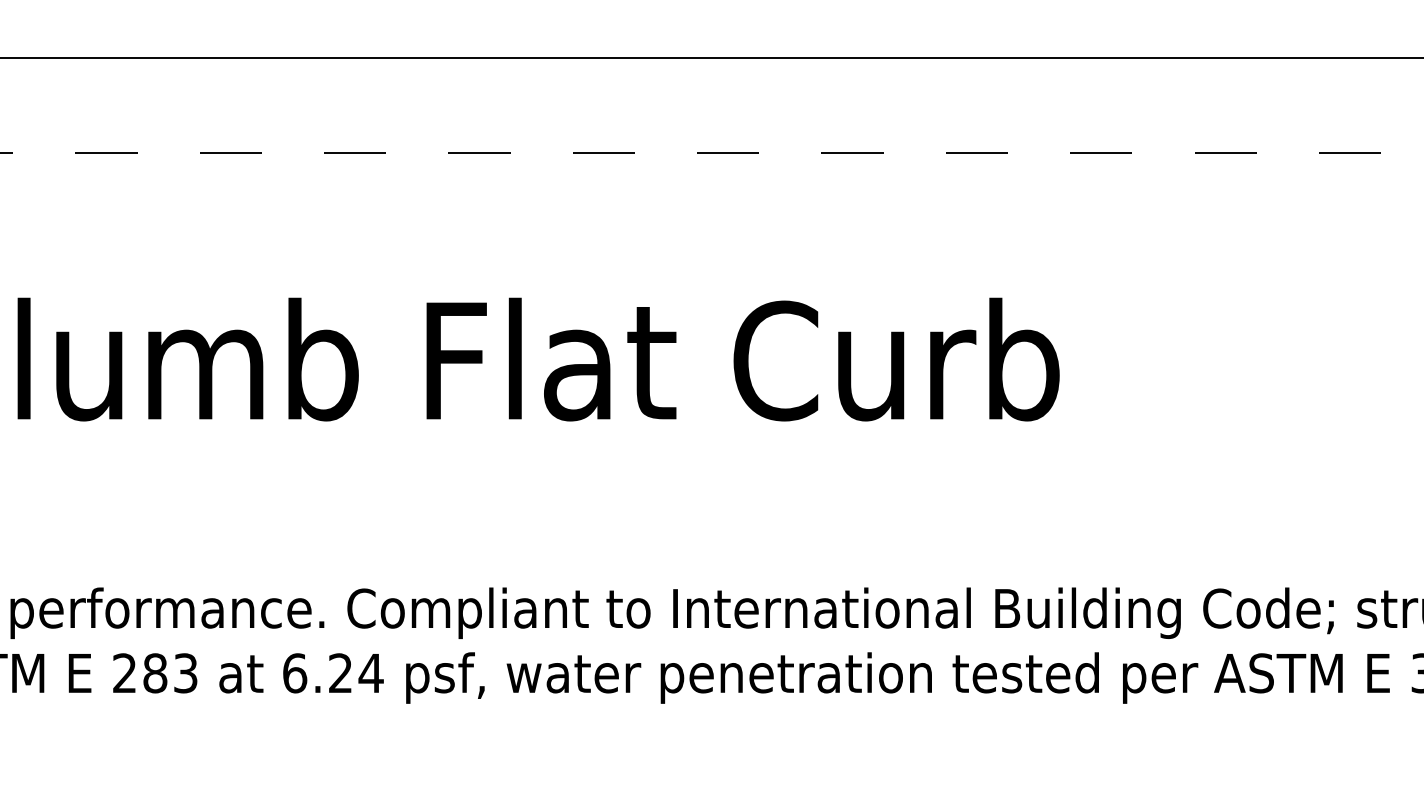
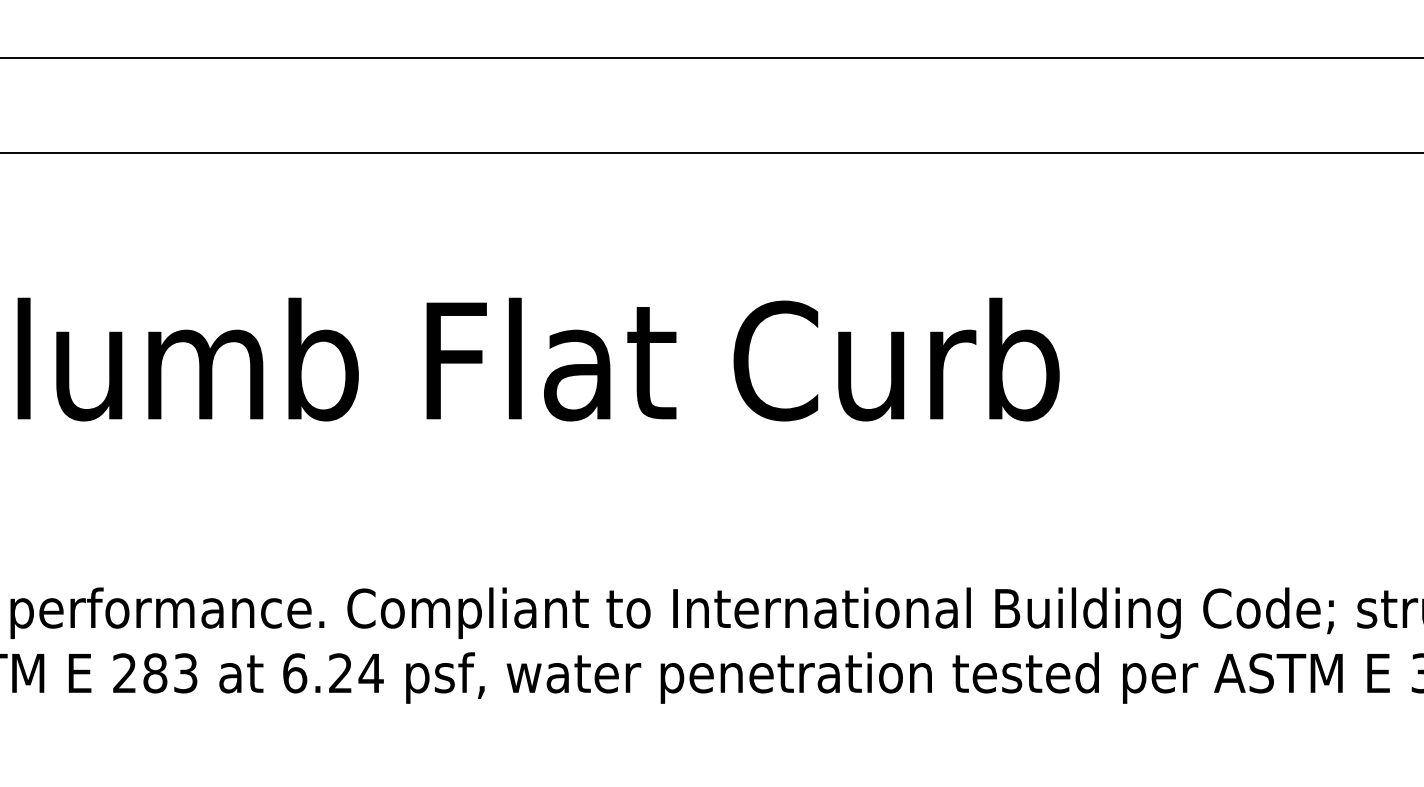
line at (712, 152): dashed -> solid
